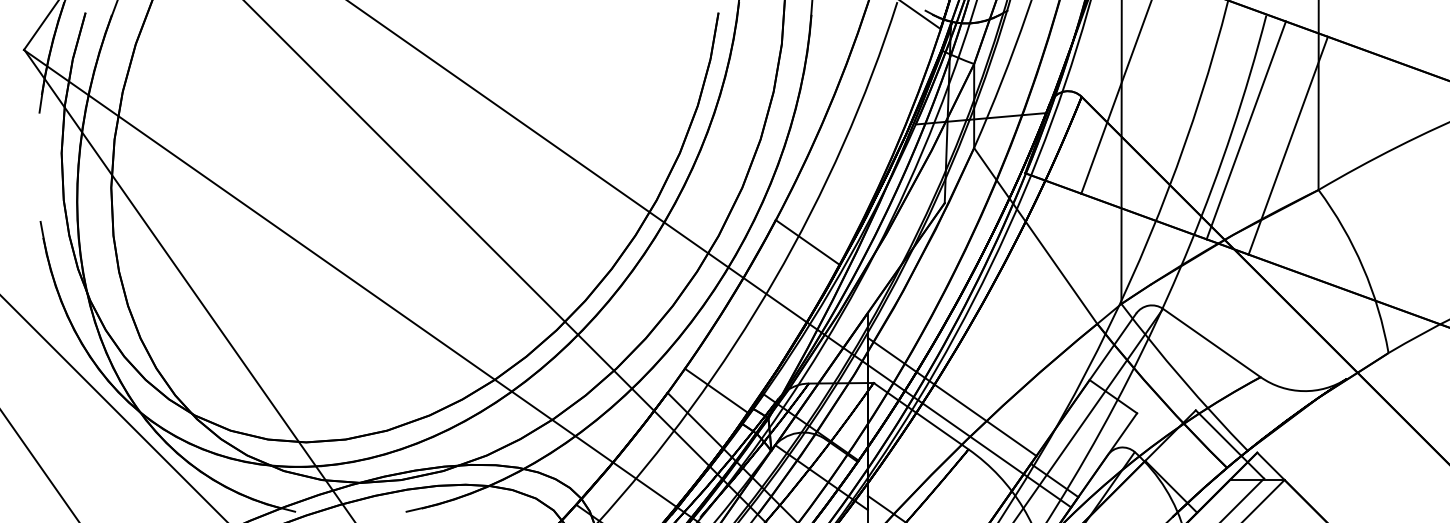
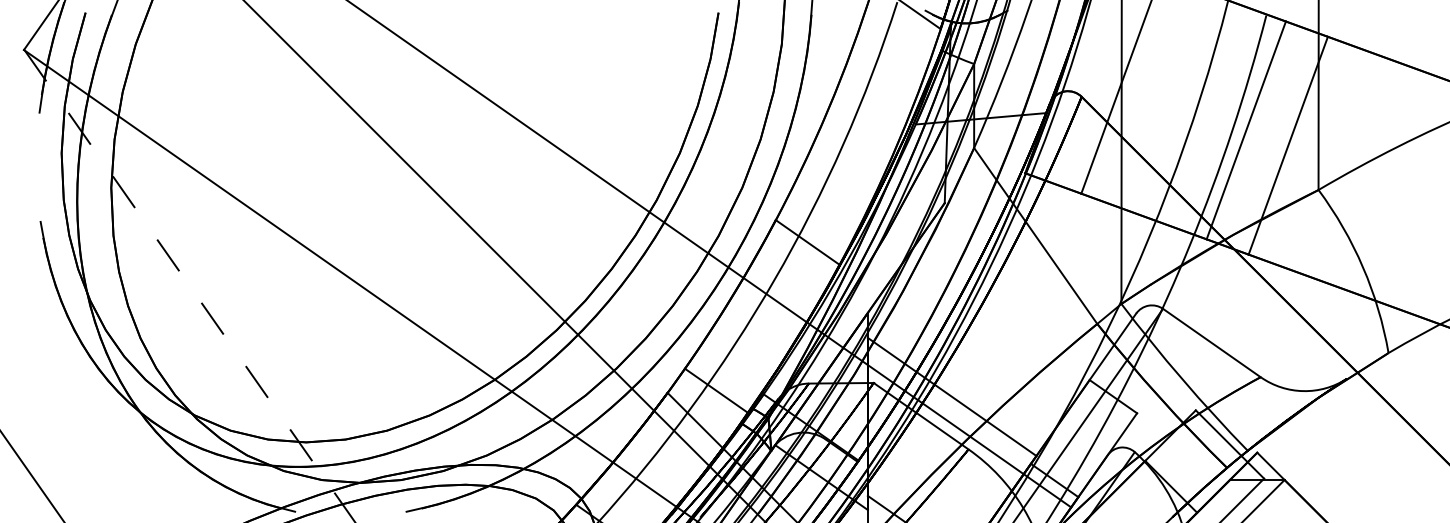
line at (189, 286): solid -> dashed
line at (113, 407): present -> none
line at (39, 465) position: (39, 465) -> (32, 476)
